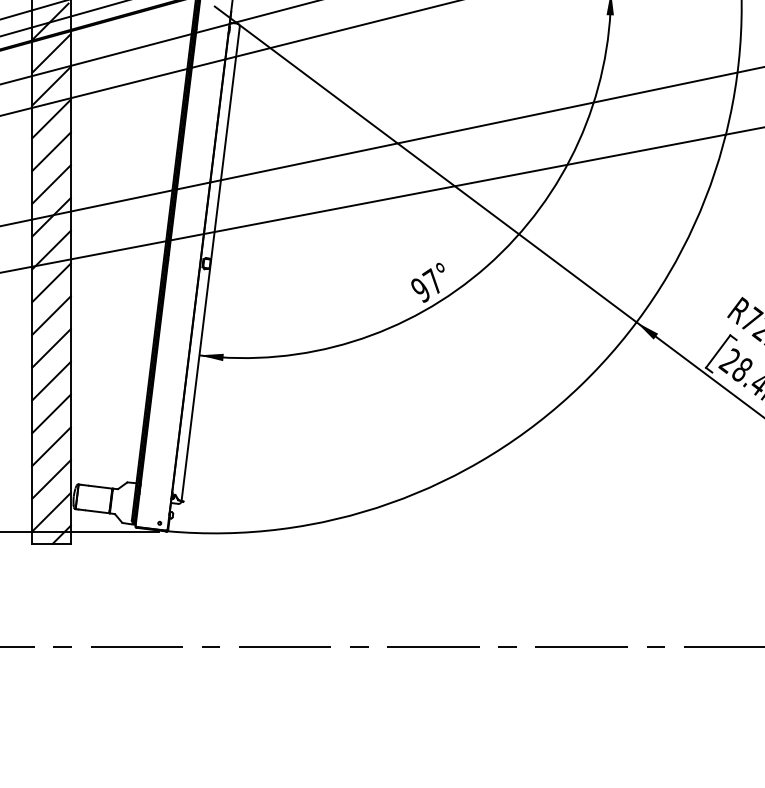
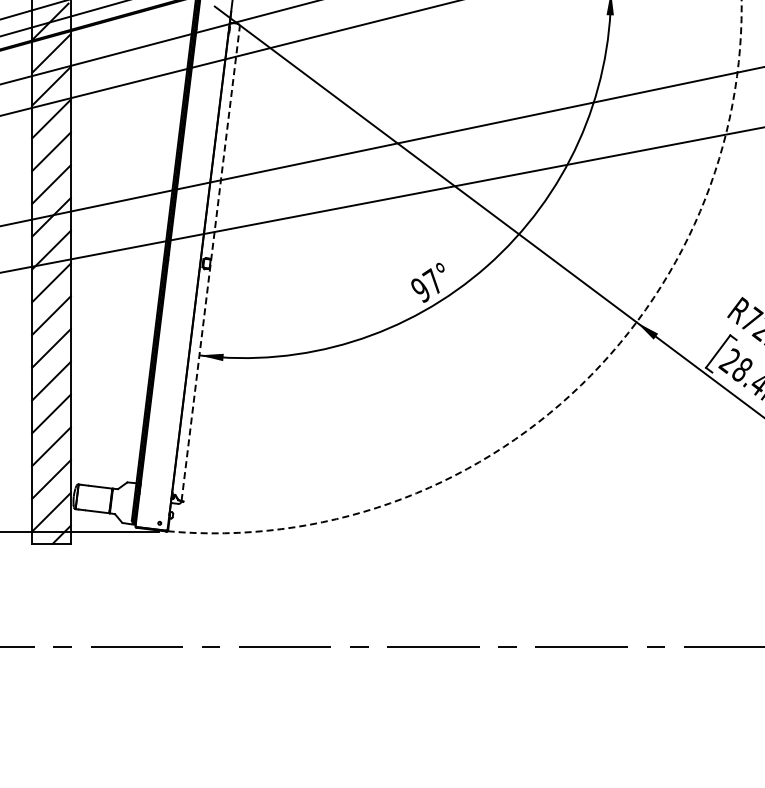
line at (210, 263): solid -> dashed
arc at (572, 393): solid -> dashed
